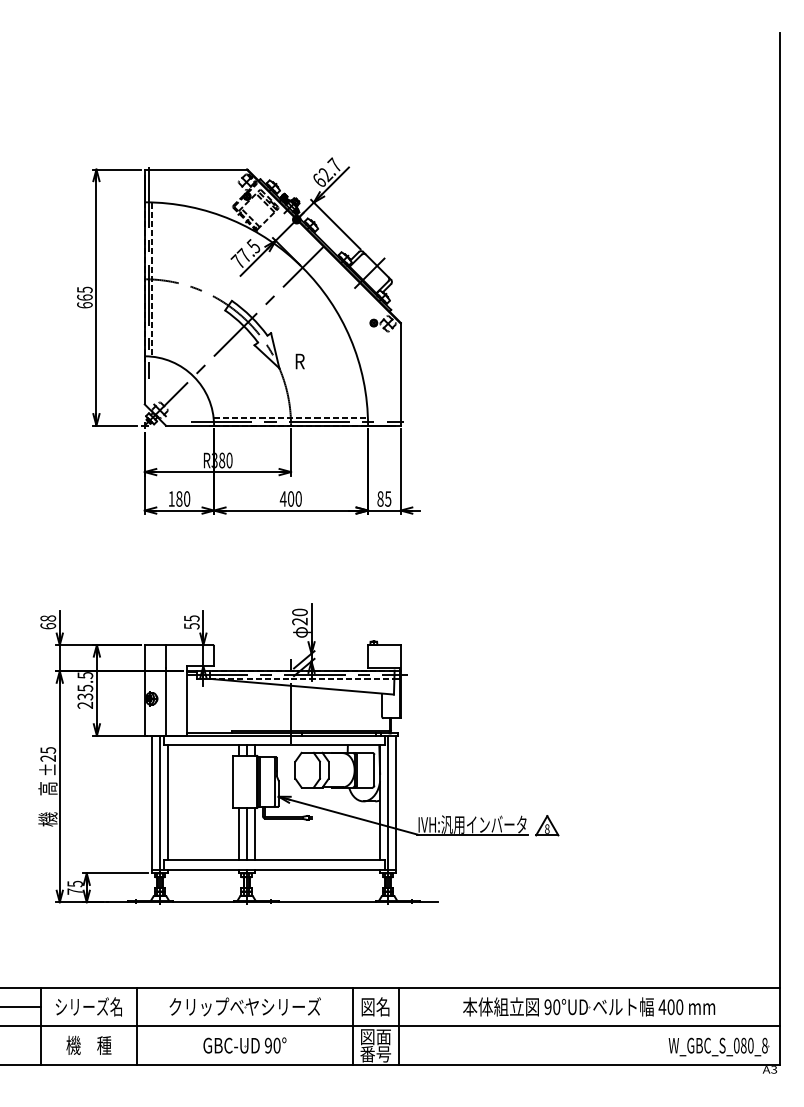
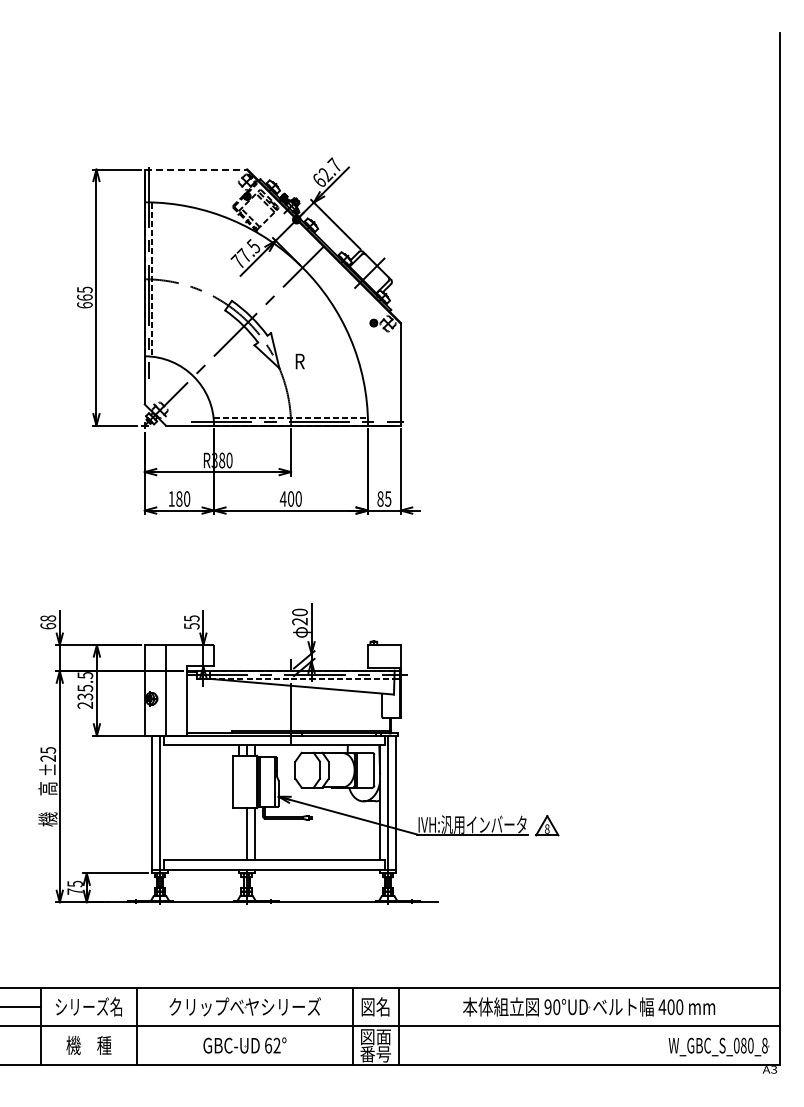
line at (196, 169): solid -> dashed
line at (168, 802): present -> none
line at (238, 834): present -> none
text at (272, 1045): 90° -> 62°
